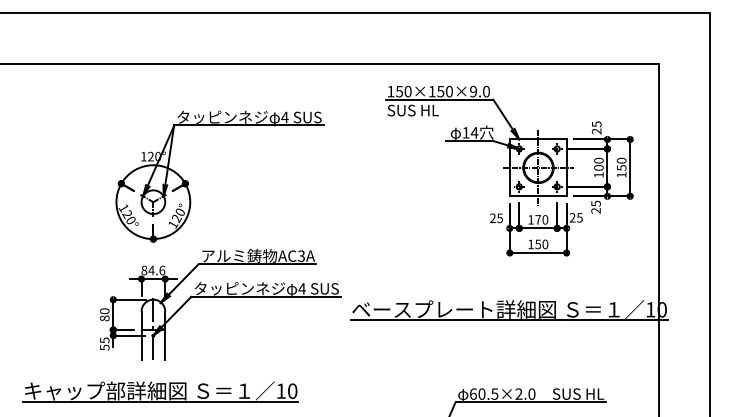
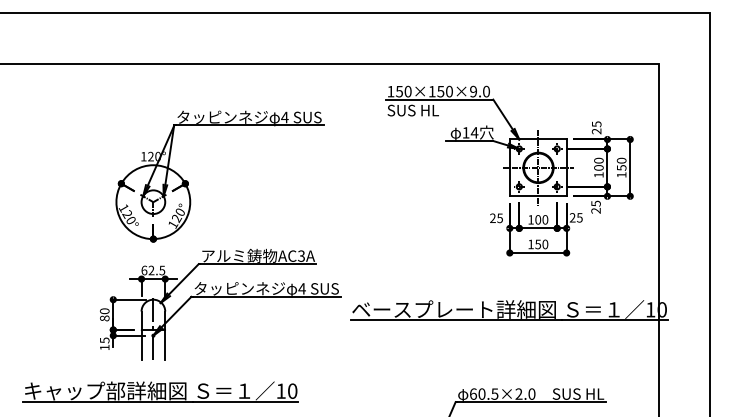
text at (538, 219): 170 -> 100
text at (153, 270): 84.6 -> 62.5
text at (104, 347): 55 -> 15
